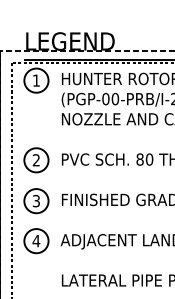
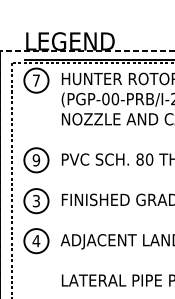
text at (36, 80): 1 -> 7
text at (36, 160): 2 -> 9
